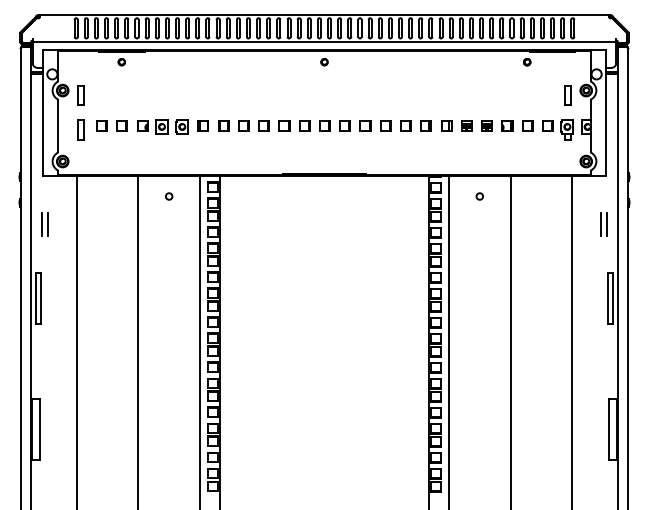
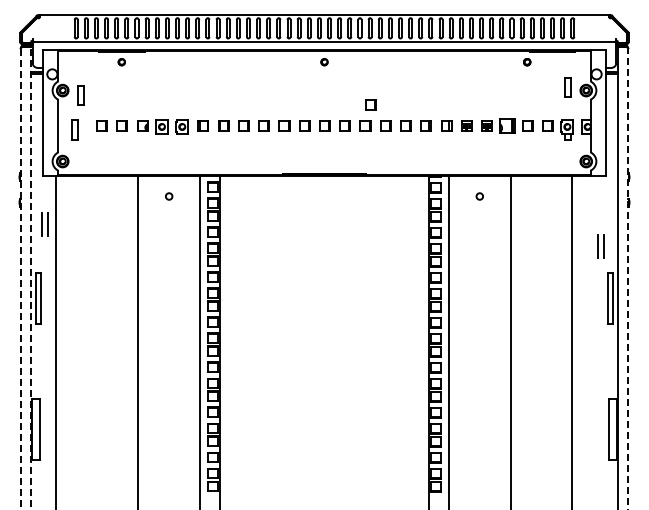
part at (567, 95) position: (567, 95) -> (567, 87)
part at (370, 104): none -> present
part at (507, 125) size: 13x12 px -> 17x16 px
part at (80, 129) position: (80, 129) -> (74, 129)
part at (603, 224) position: (603, 224) -> (600, 246)
line at (30, 277): solid -> dashed
line at (628, 278): solid -> dashed
line at (20, 279): solid -> dashed
line at (77, 341) position: (77, 341) -> (56, 341)
